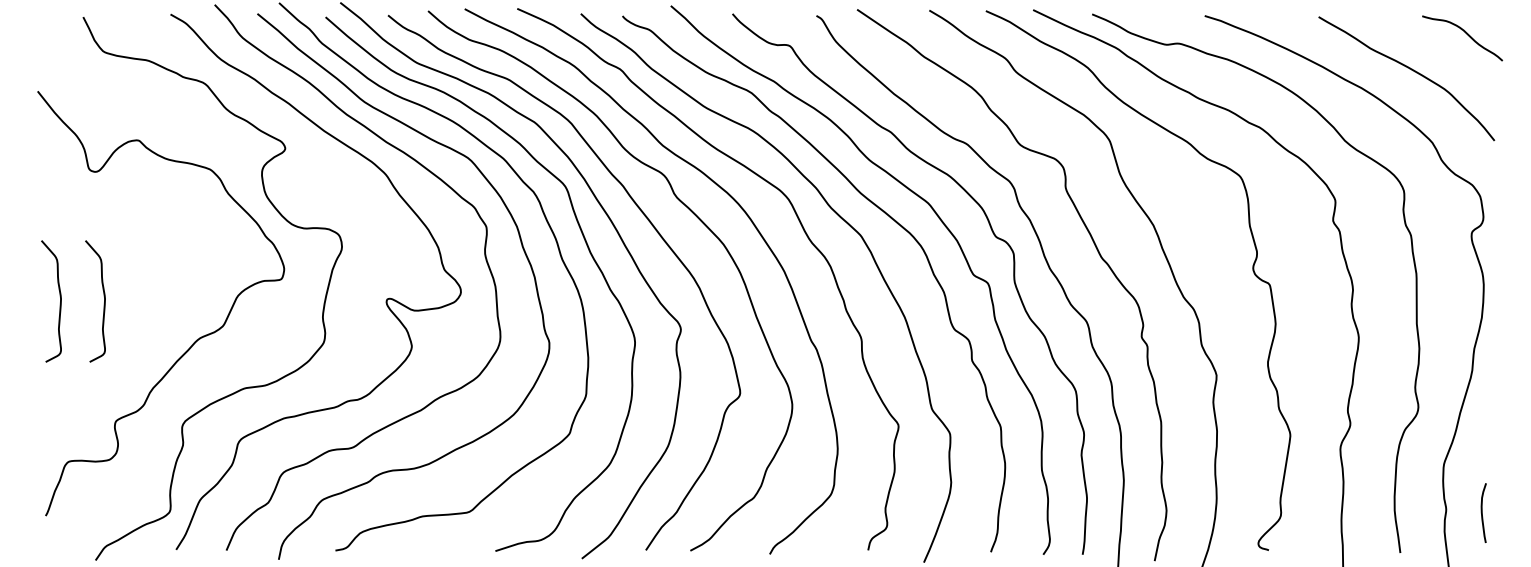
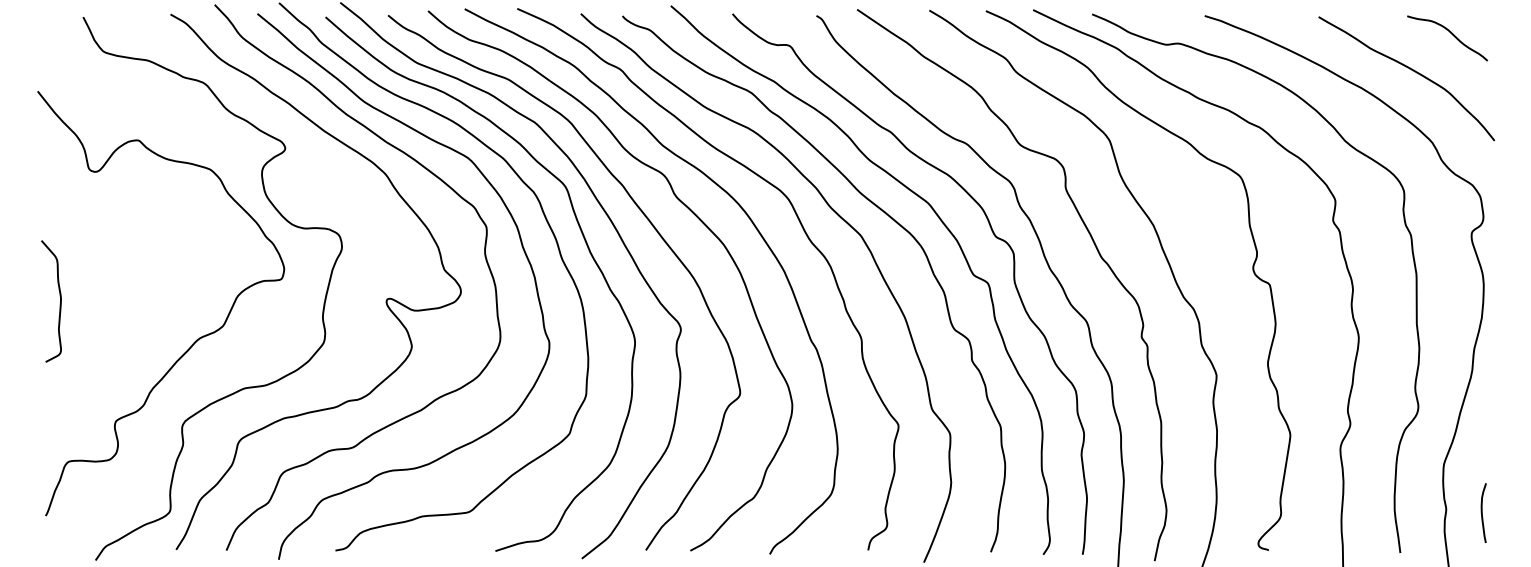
curve at (1466, 34) position: (1466, 34) -> (1451, 34)
curve at (103, 304): present -> none
